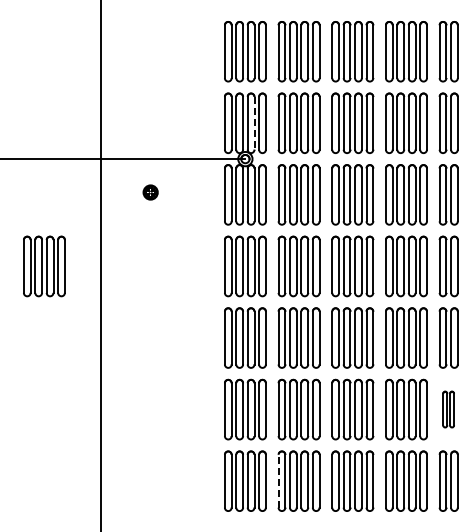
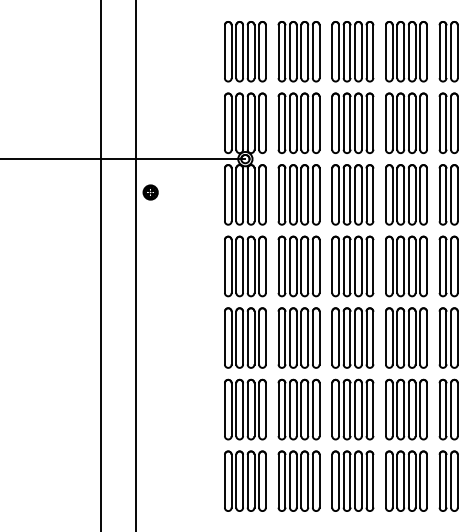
line at (254, 123): dashed -> solid
line at (136, 265): none -> present
part at (44, 266): present -> none
part at (448, 409) size: 13x39 px -> 21x63 px
line at (278, 480): dashed -> solid
